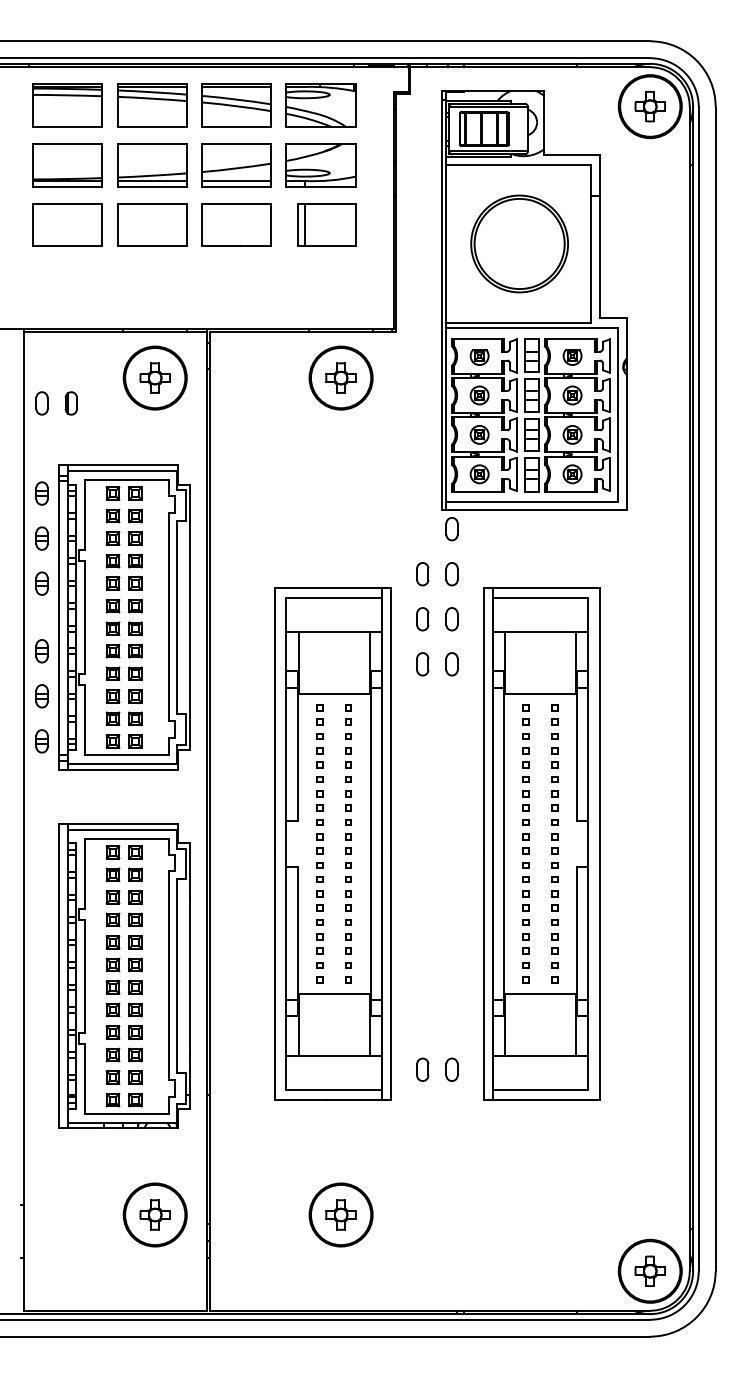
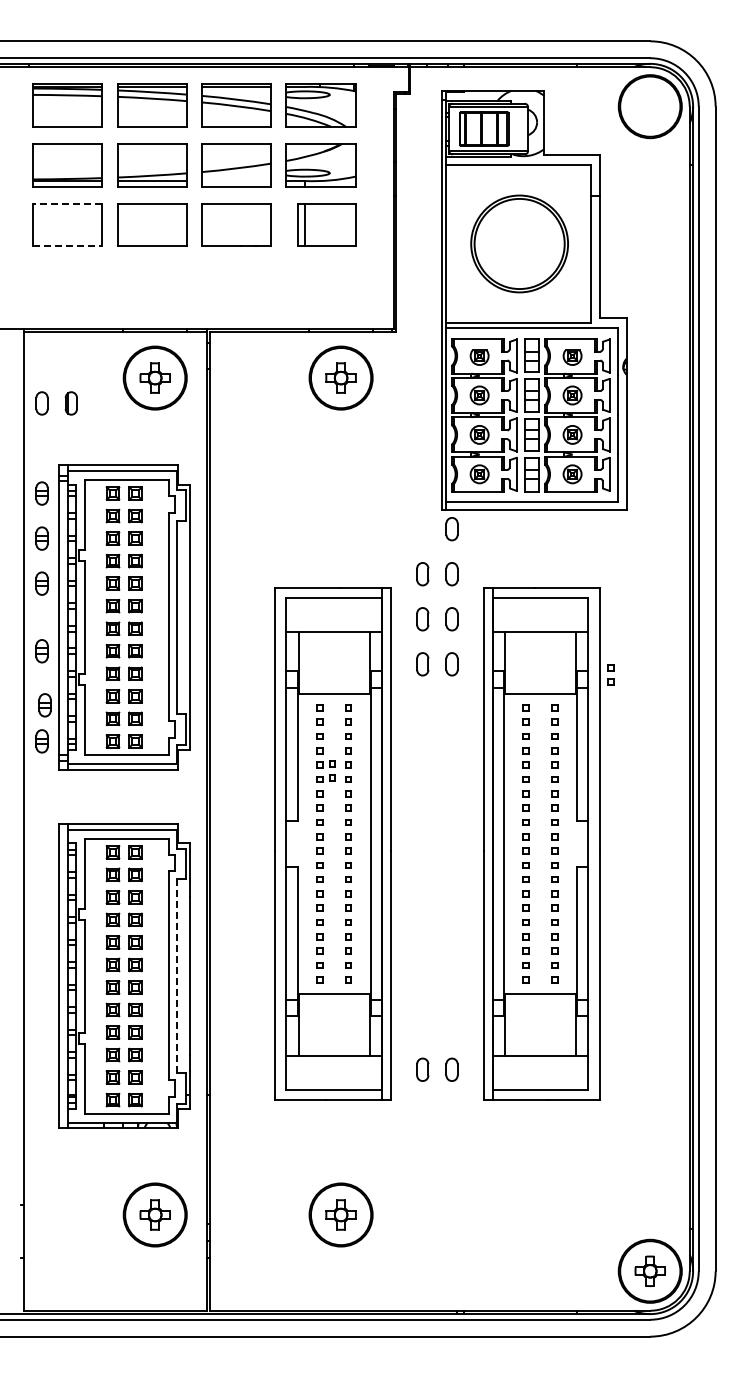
part at (649, 106): present -> none
line at (236, 181): present -> none
line at (67, 203): solid -> dashed
line at (67, 246): solid -> dashed
part at (610, 674): none -> present
part at (41, 696) position: (41, 696) -> (44, 705)
part at (332, 770): none -> present
line at (177, 976): solid -> dashed
